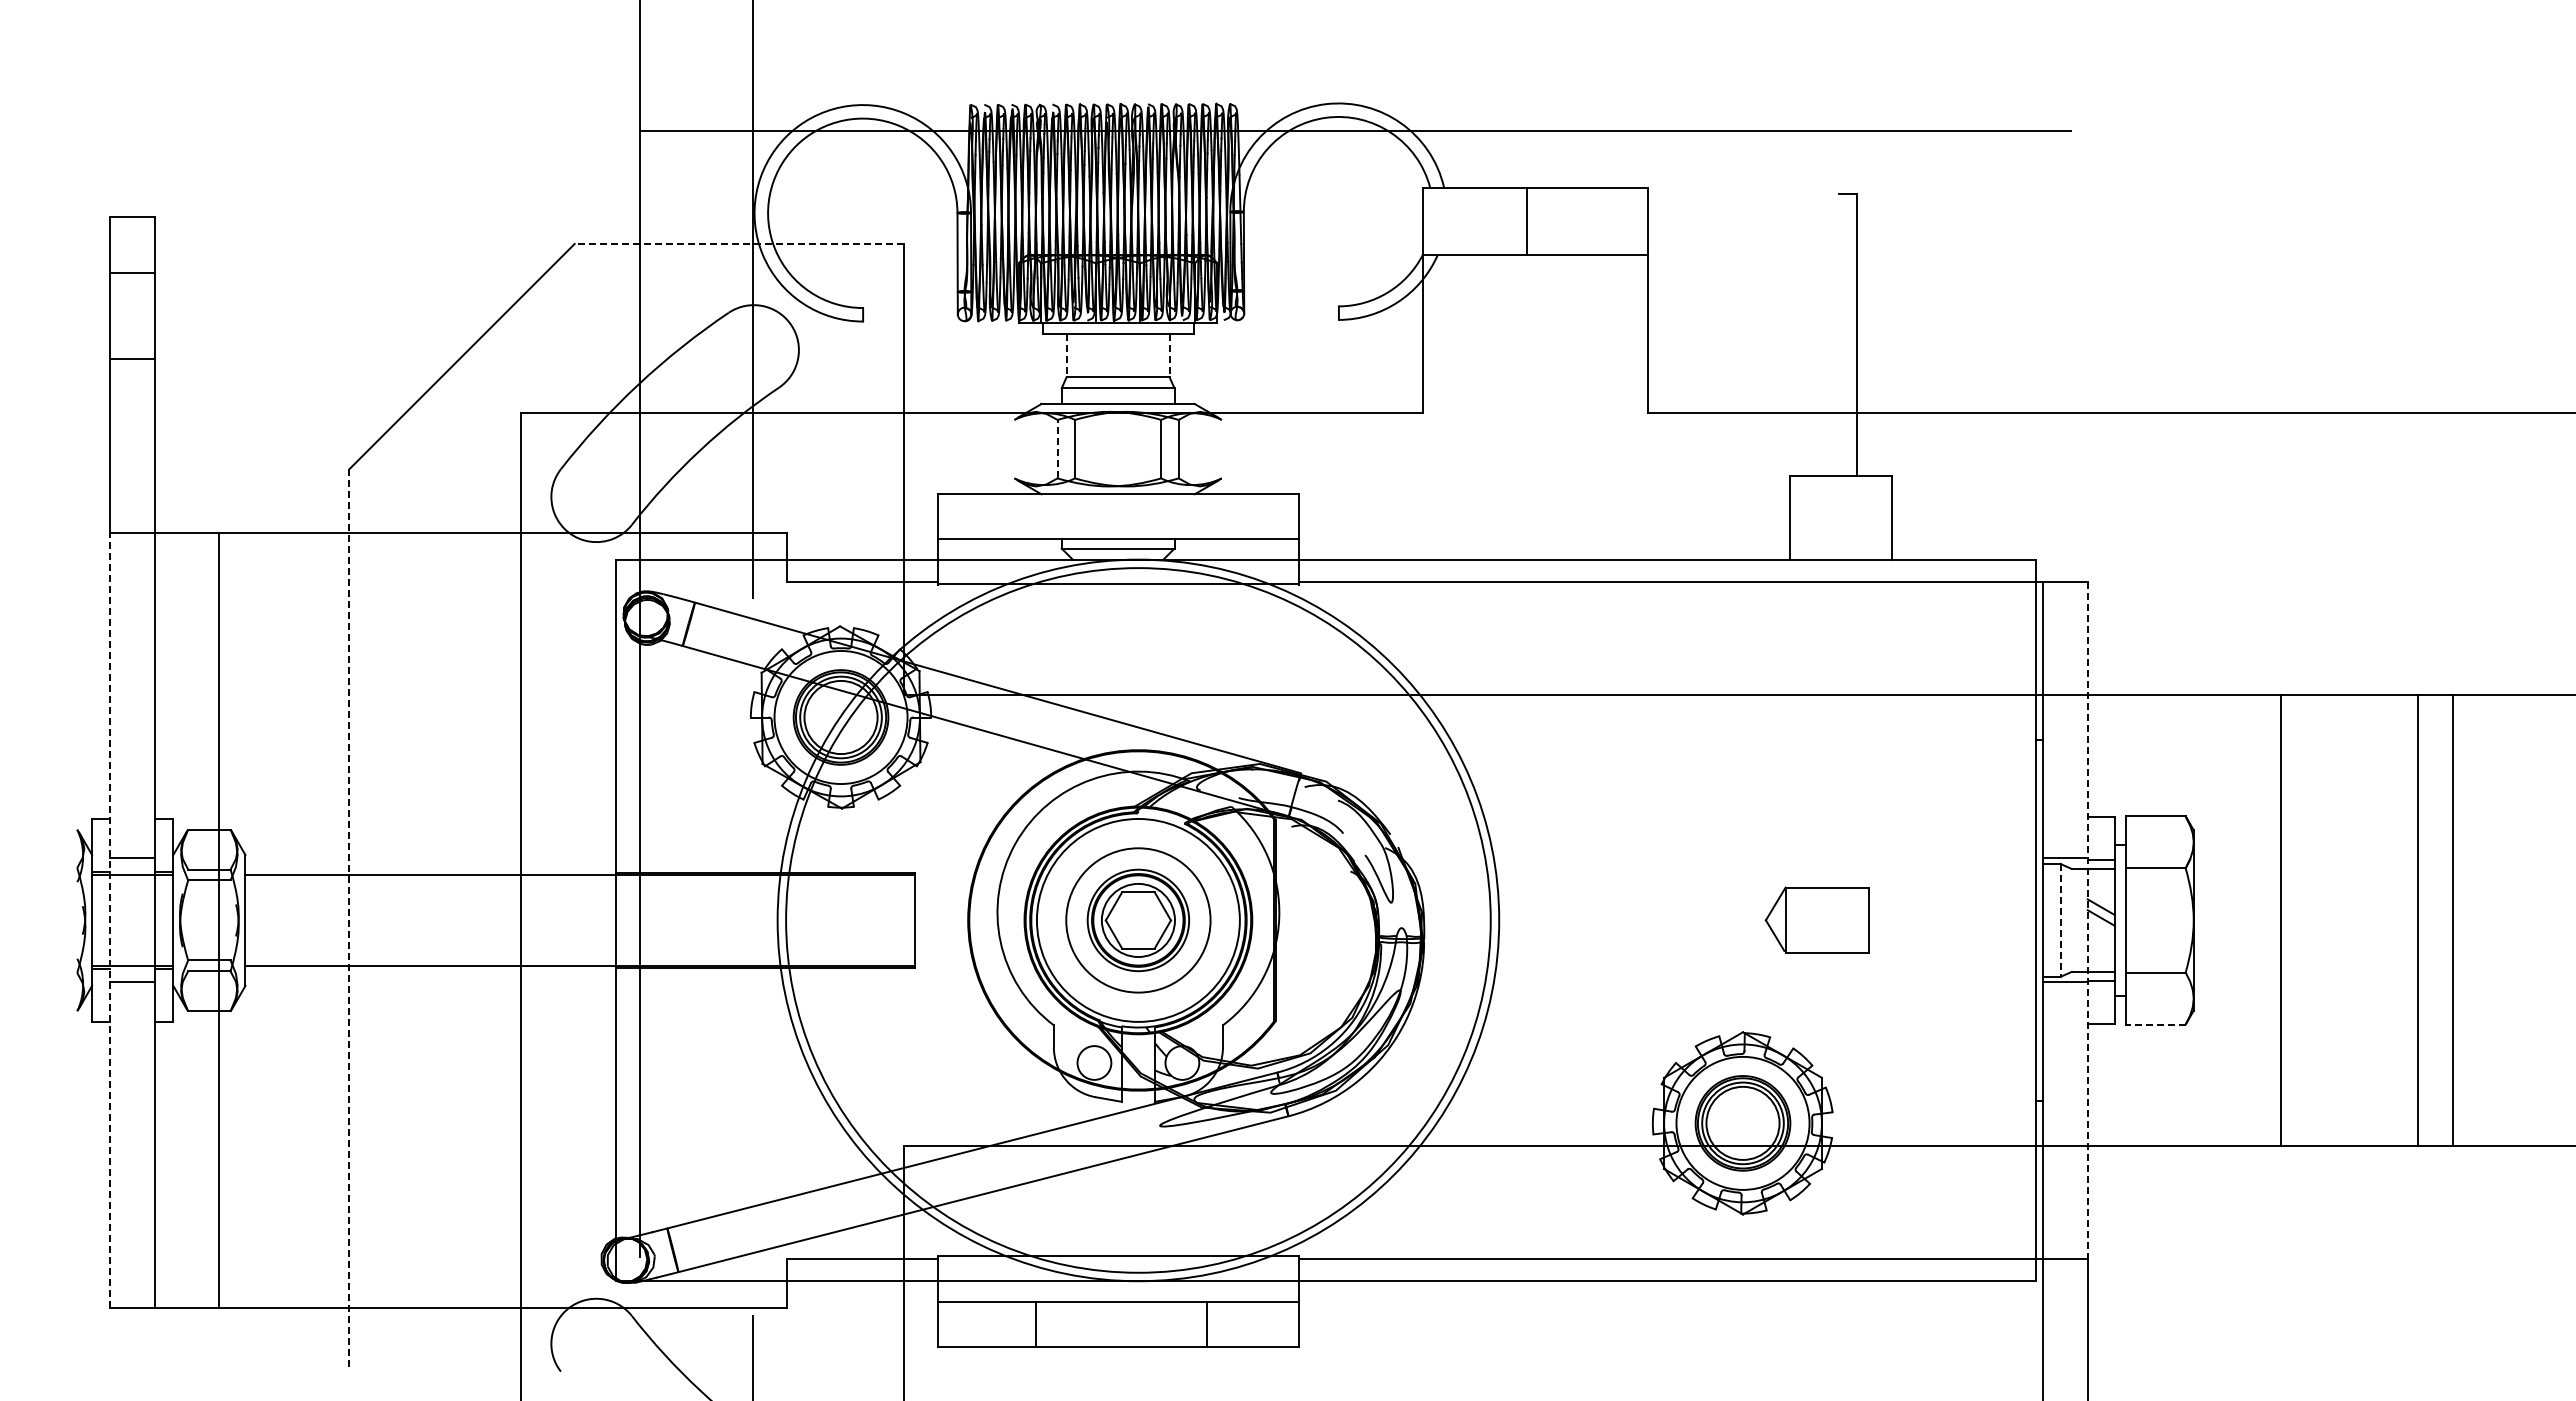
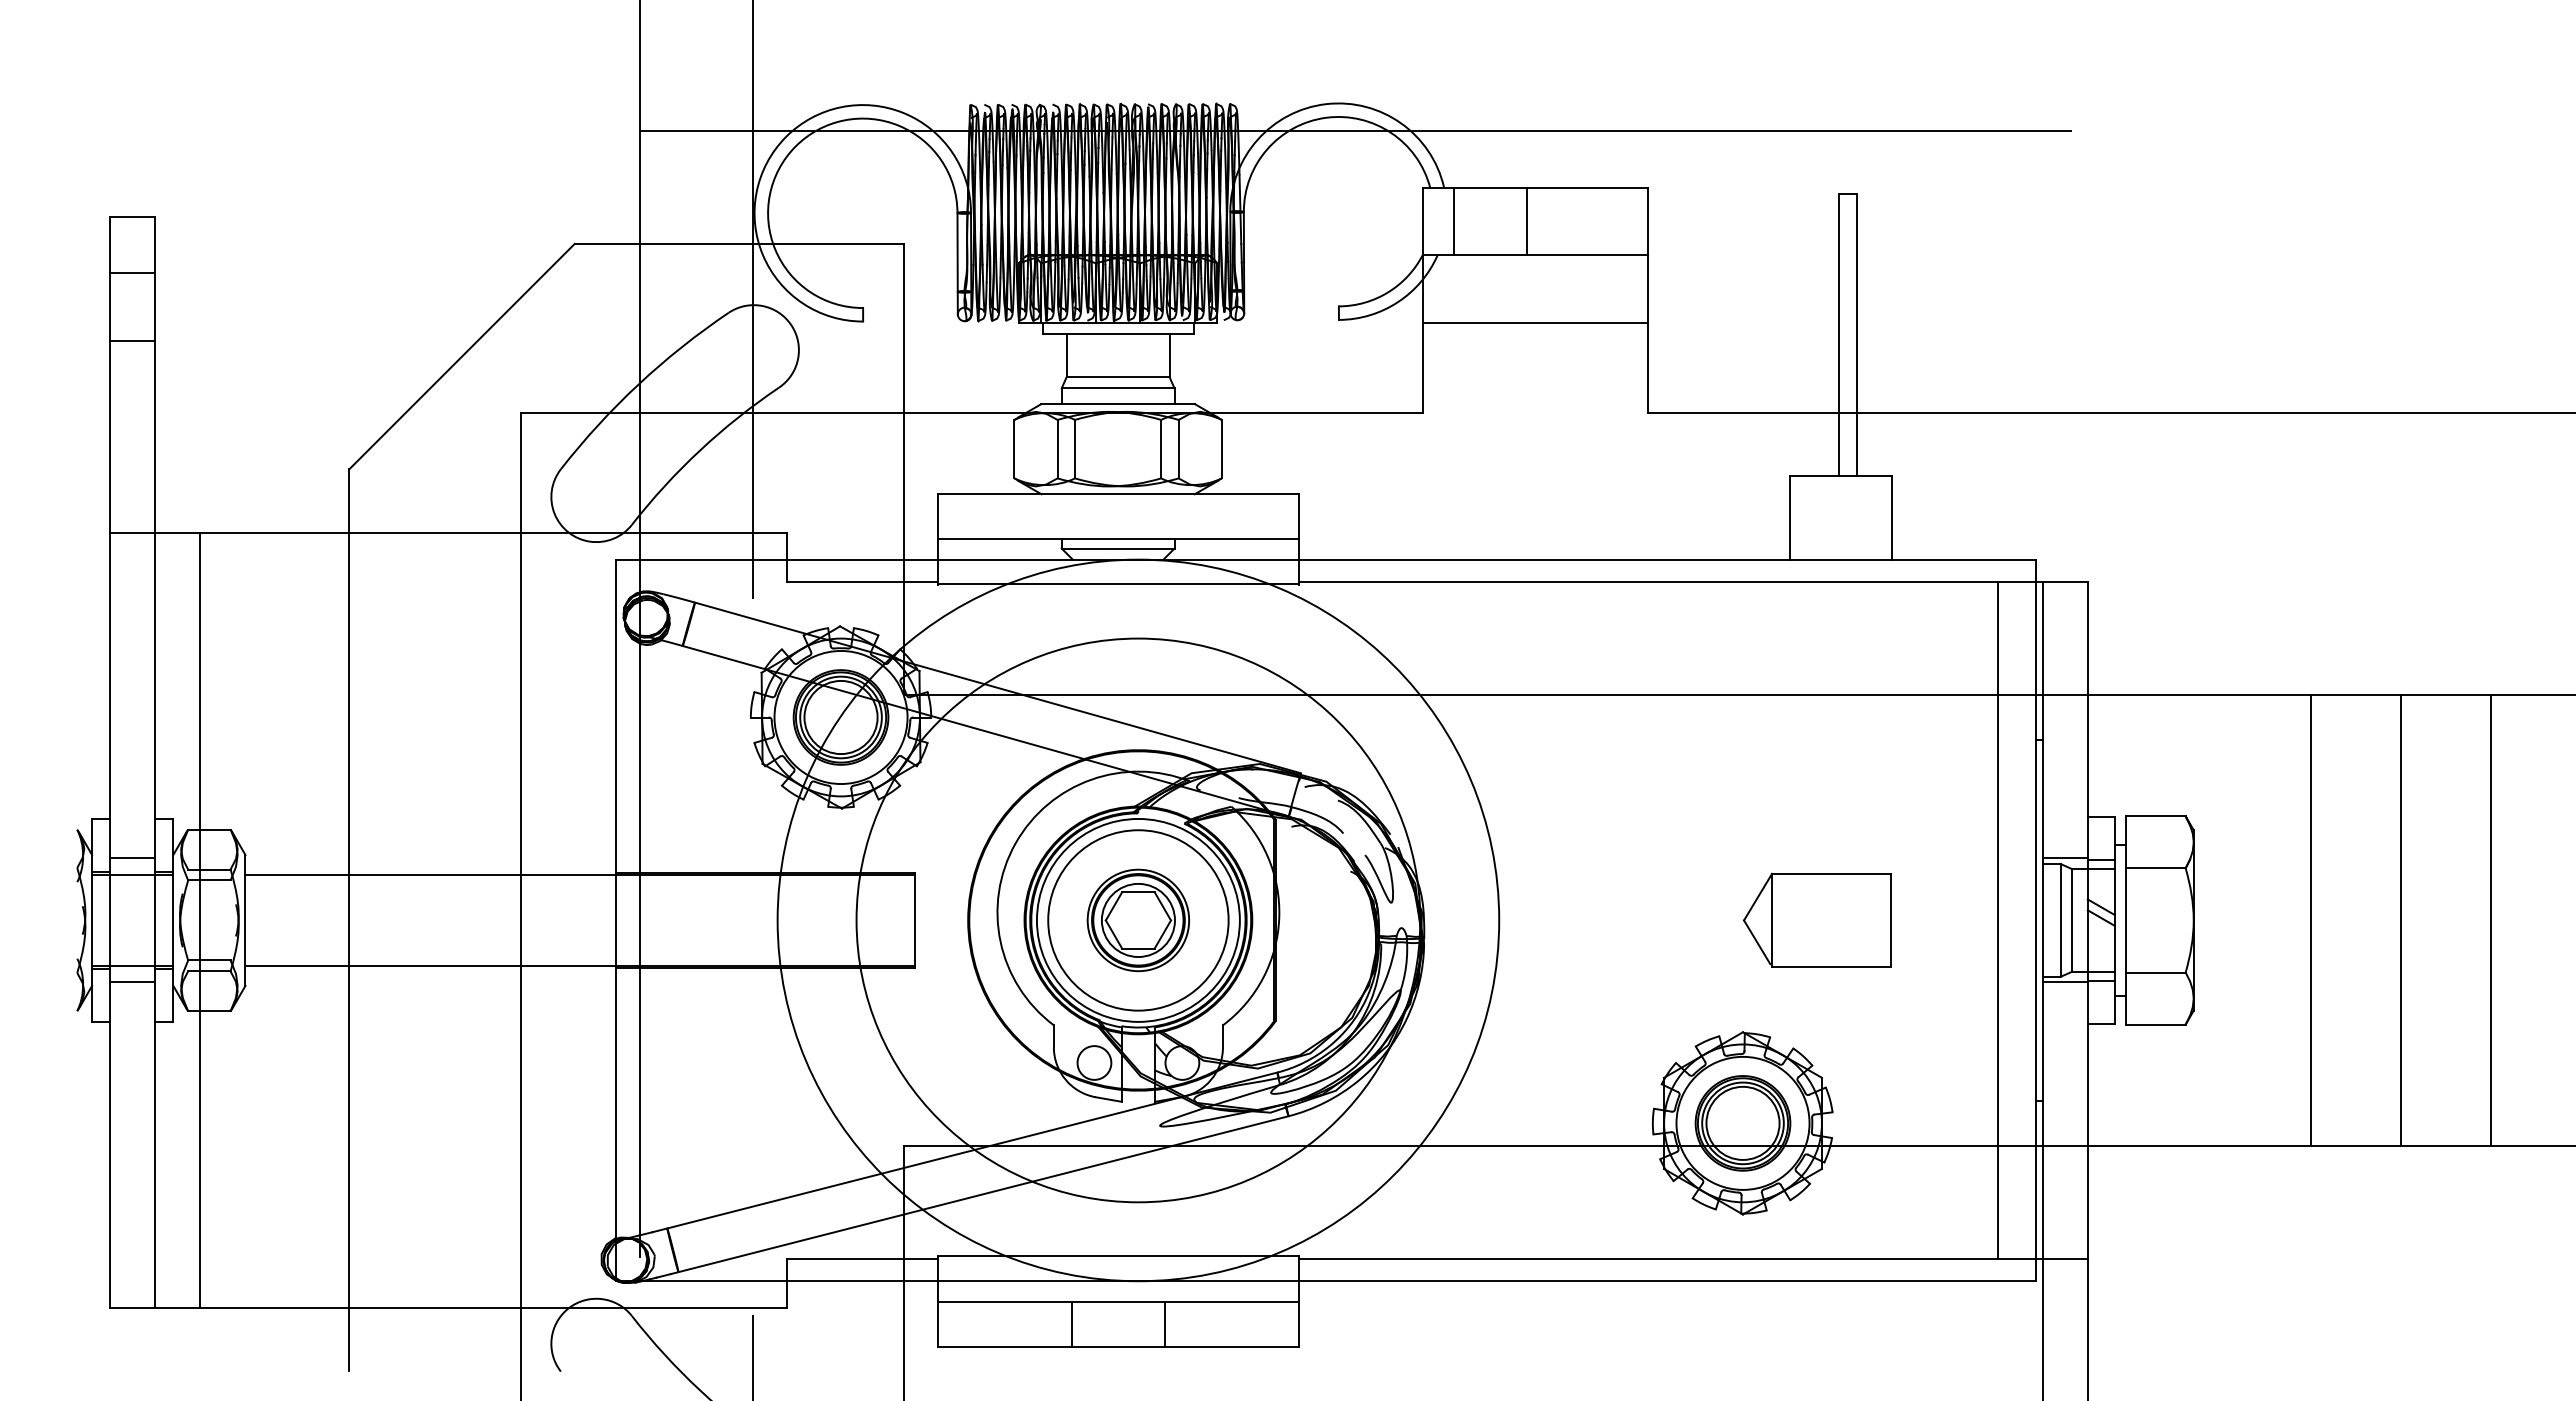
line at (1454, 221): none -> present
line at (739, 243): dashed -> solid
line at (1535, 322): none -> present
line at (1838, 335): none -> present
line at (1066, 355): dashed -> solid
line at (1169, 355): dashed -> solid
line at (132, 358) position: (132, 358) -> (132, 340)
line at (1014, 448): none -> present
line at (1057, 448): dashed -> solid
line at (1221, 448): none -> present
part at (1816, 919) size: 106x68 px -> 150x96 px
line at (2071, 919): none -> present
line at (2280, 919) position: (2280, 919) -> (2310, 919)
line at (2418, 919) position: (2418, 919) -> (2401, 919)
line at (2453, 919) position: (2453, 919) -> (2491, 919)
line at (110, 920): dashed -> solid
line at (219, 920) position: (219, 920) -> (200, 920)
line at (349, 920): dashed -> solid
circle at (1138, 920) diameter: 144 px -> 180 px
circle at (1138, 920) diameter: 705 px -> 564 px
line at (1997, 920): none -> present
line at (2060, 920): dashed -> solid
line at (2087, 920): dashed -> solid
line at (2155, 1024): dashed -> solid
line at (1035, 1323) position: (1035, 1323) -> (1071, 1323)
line at (1206, 1323) position: (1206, 1323) -> (1164, 1323)
